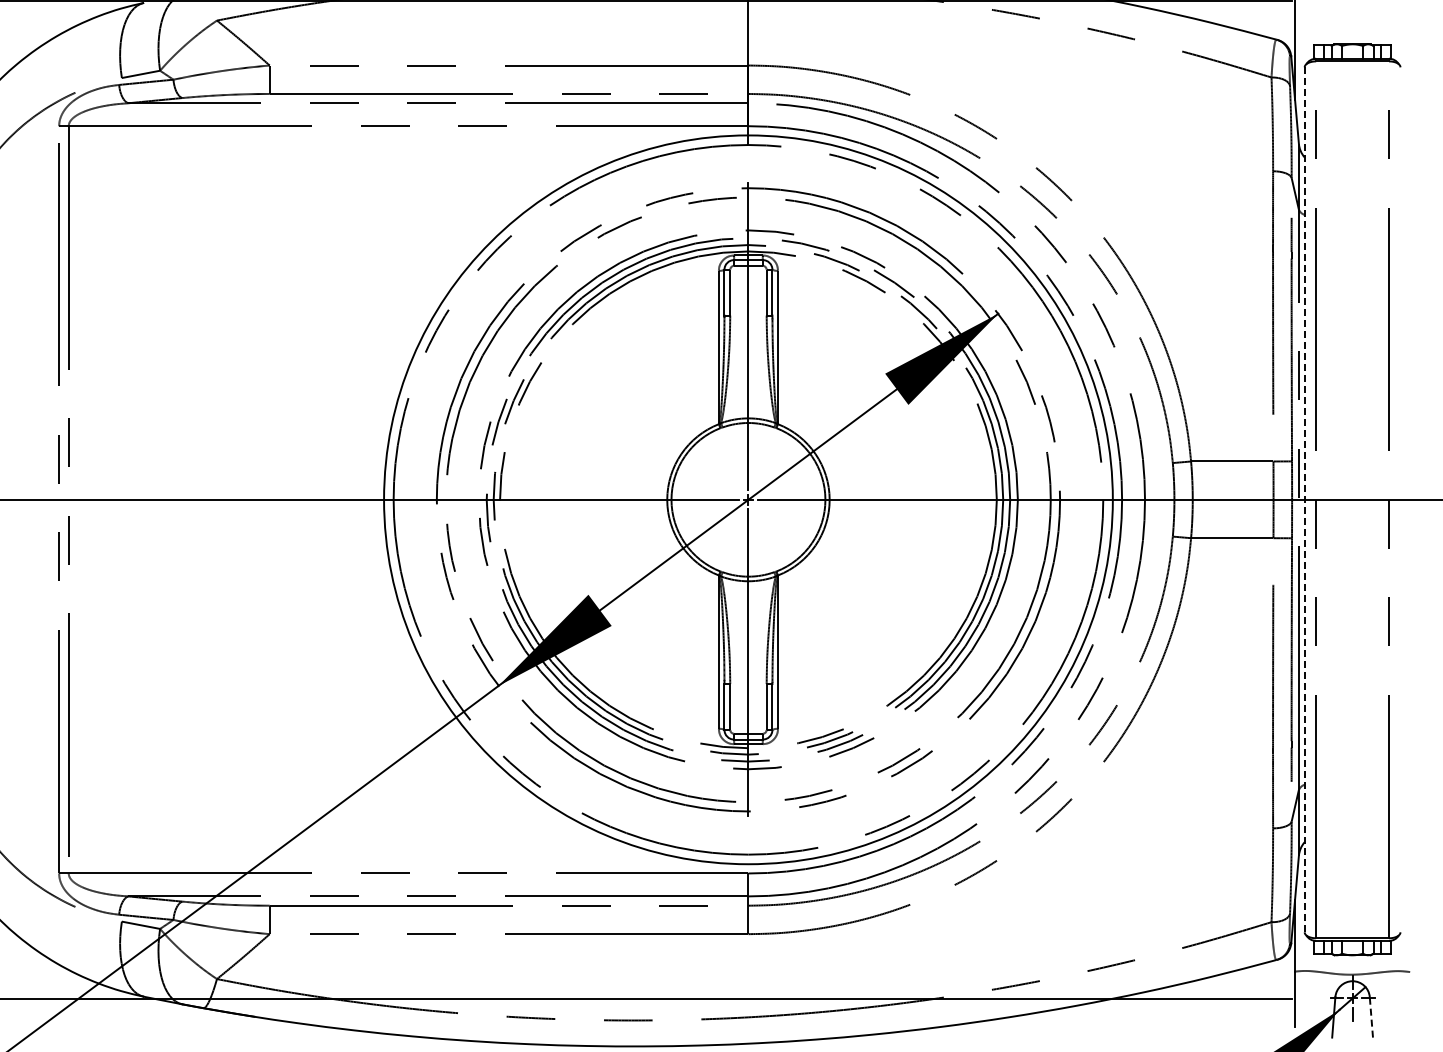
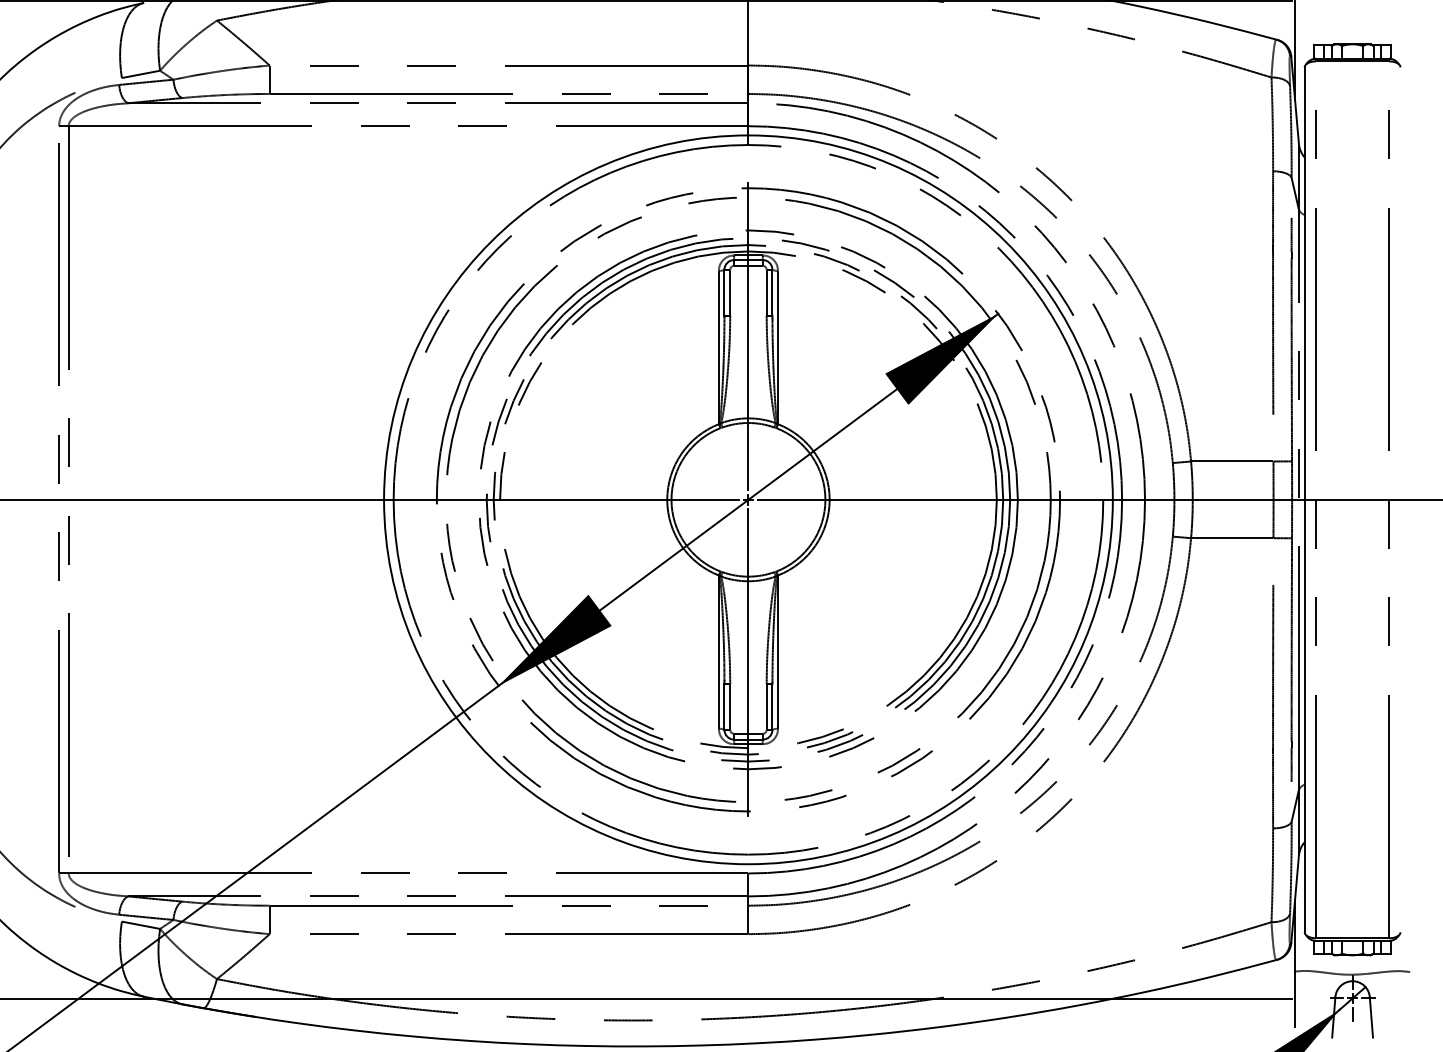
line at (1304, 499): dashed -> solid
line at (1371, 1016): dashed -> solid
